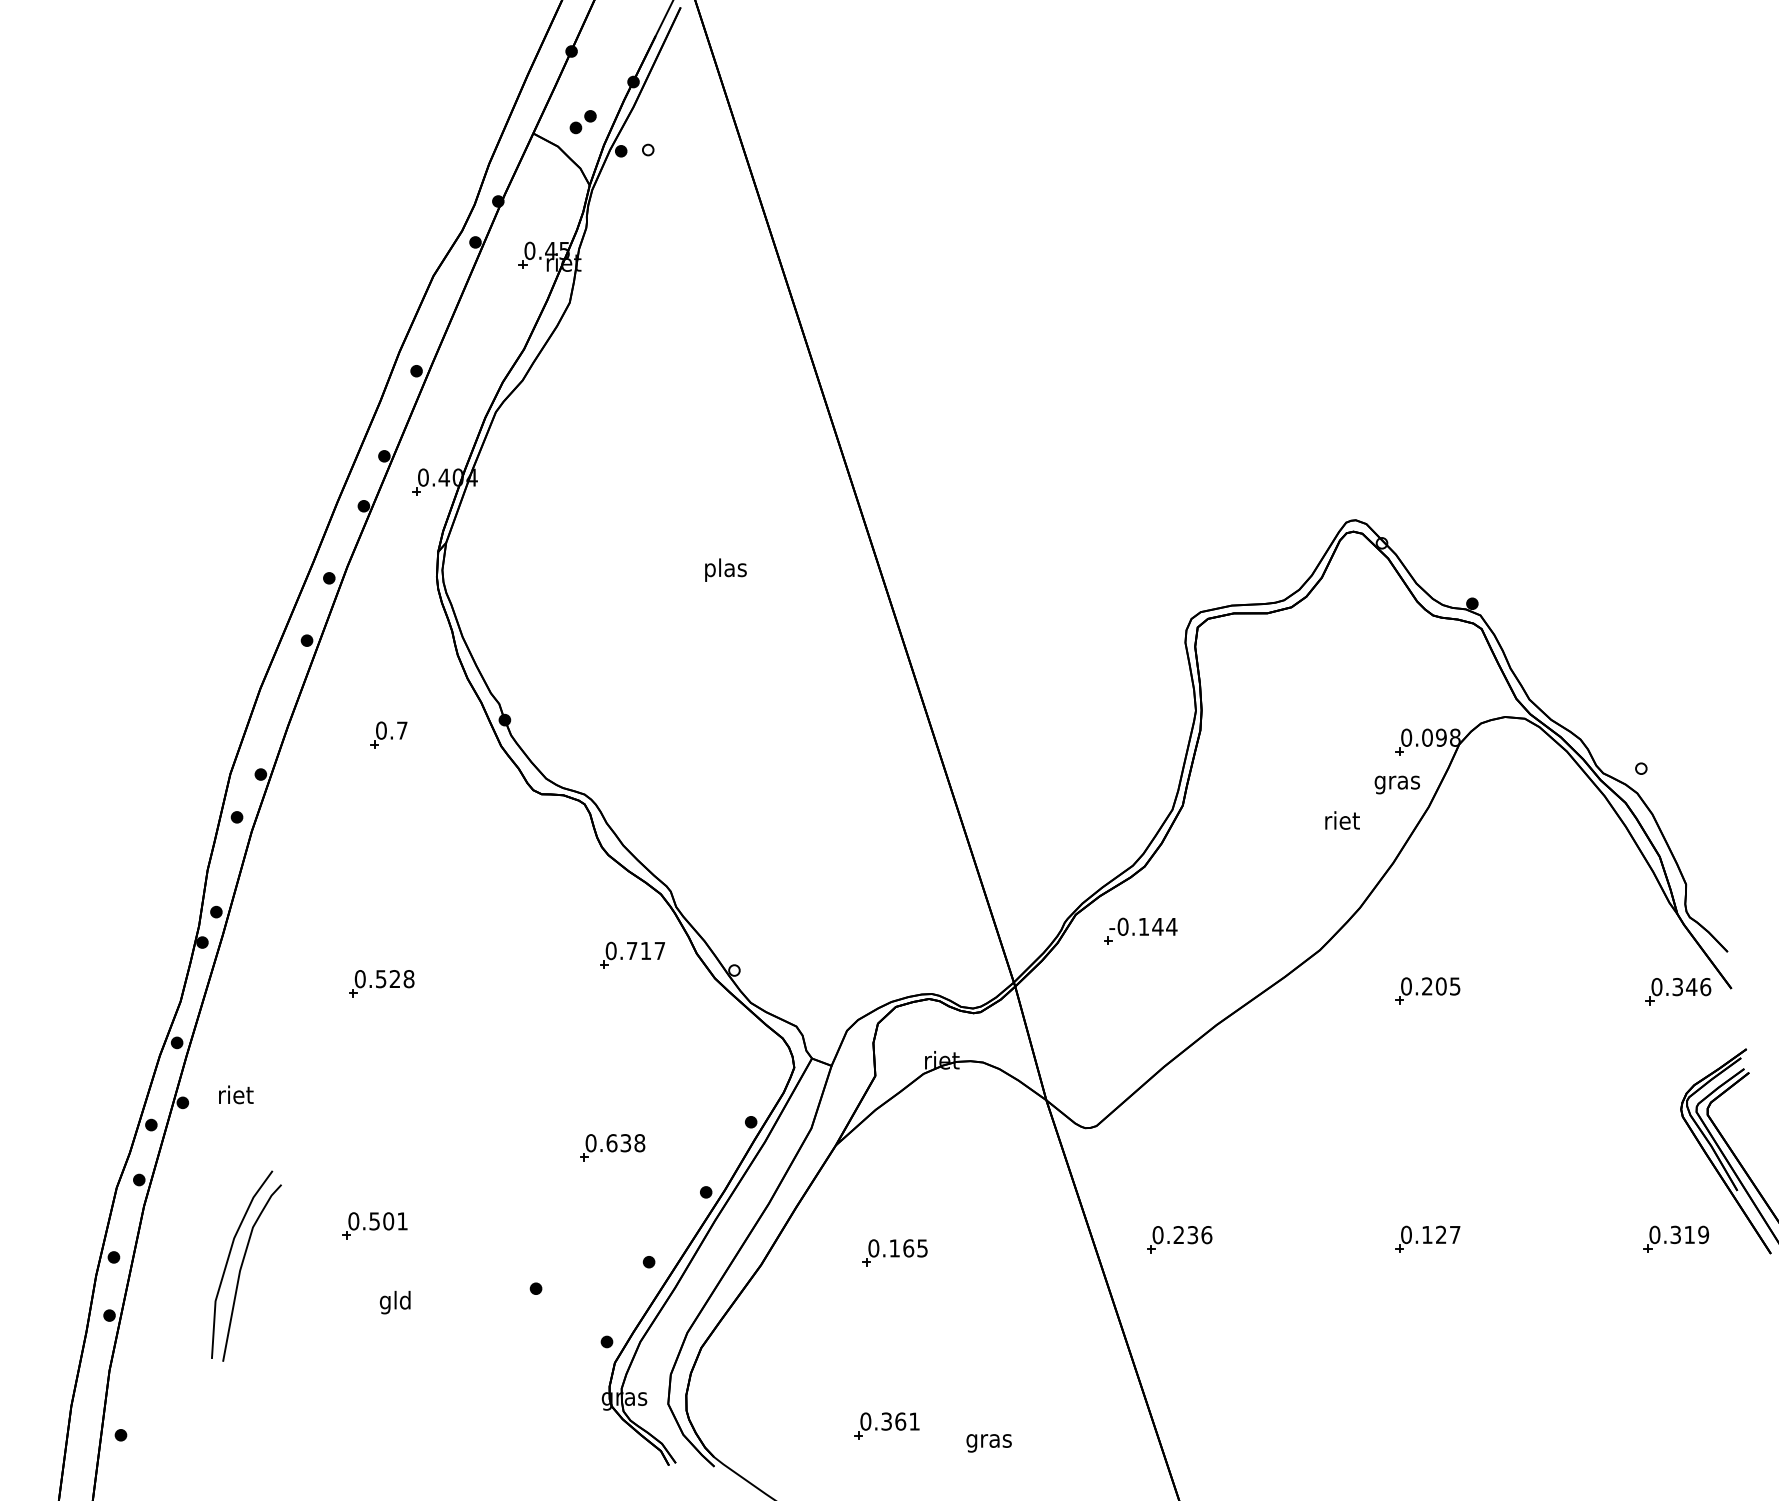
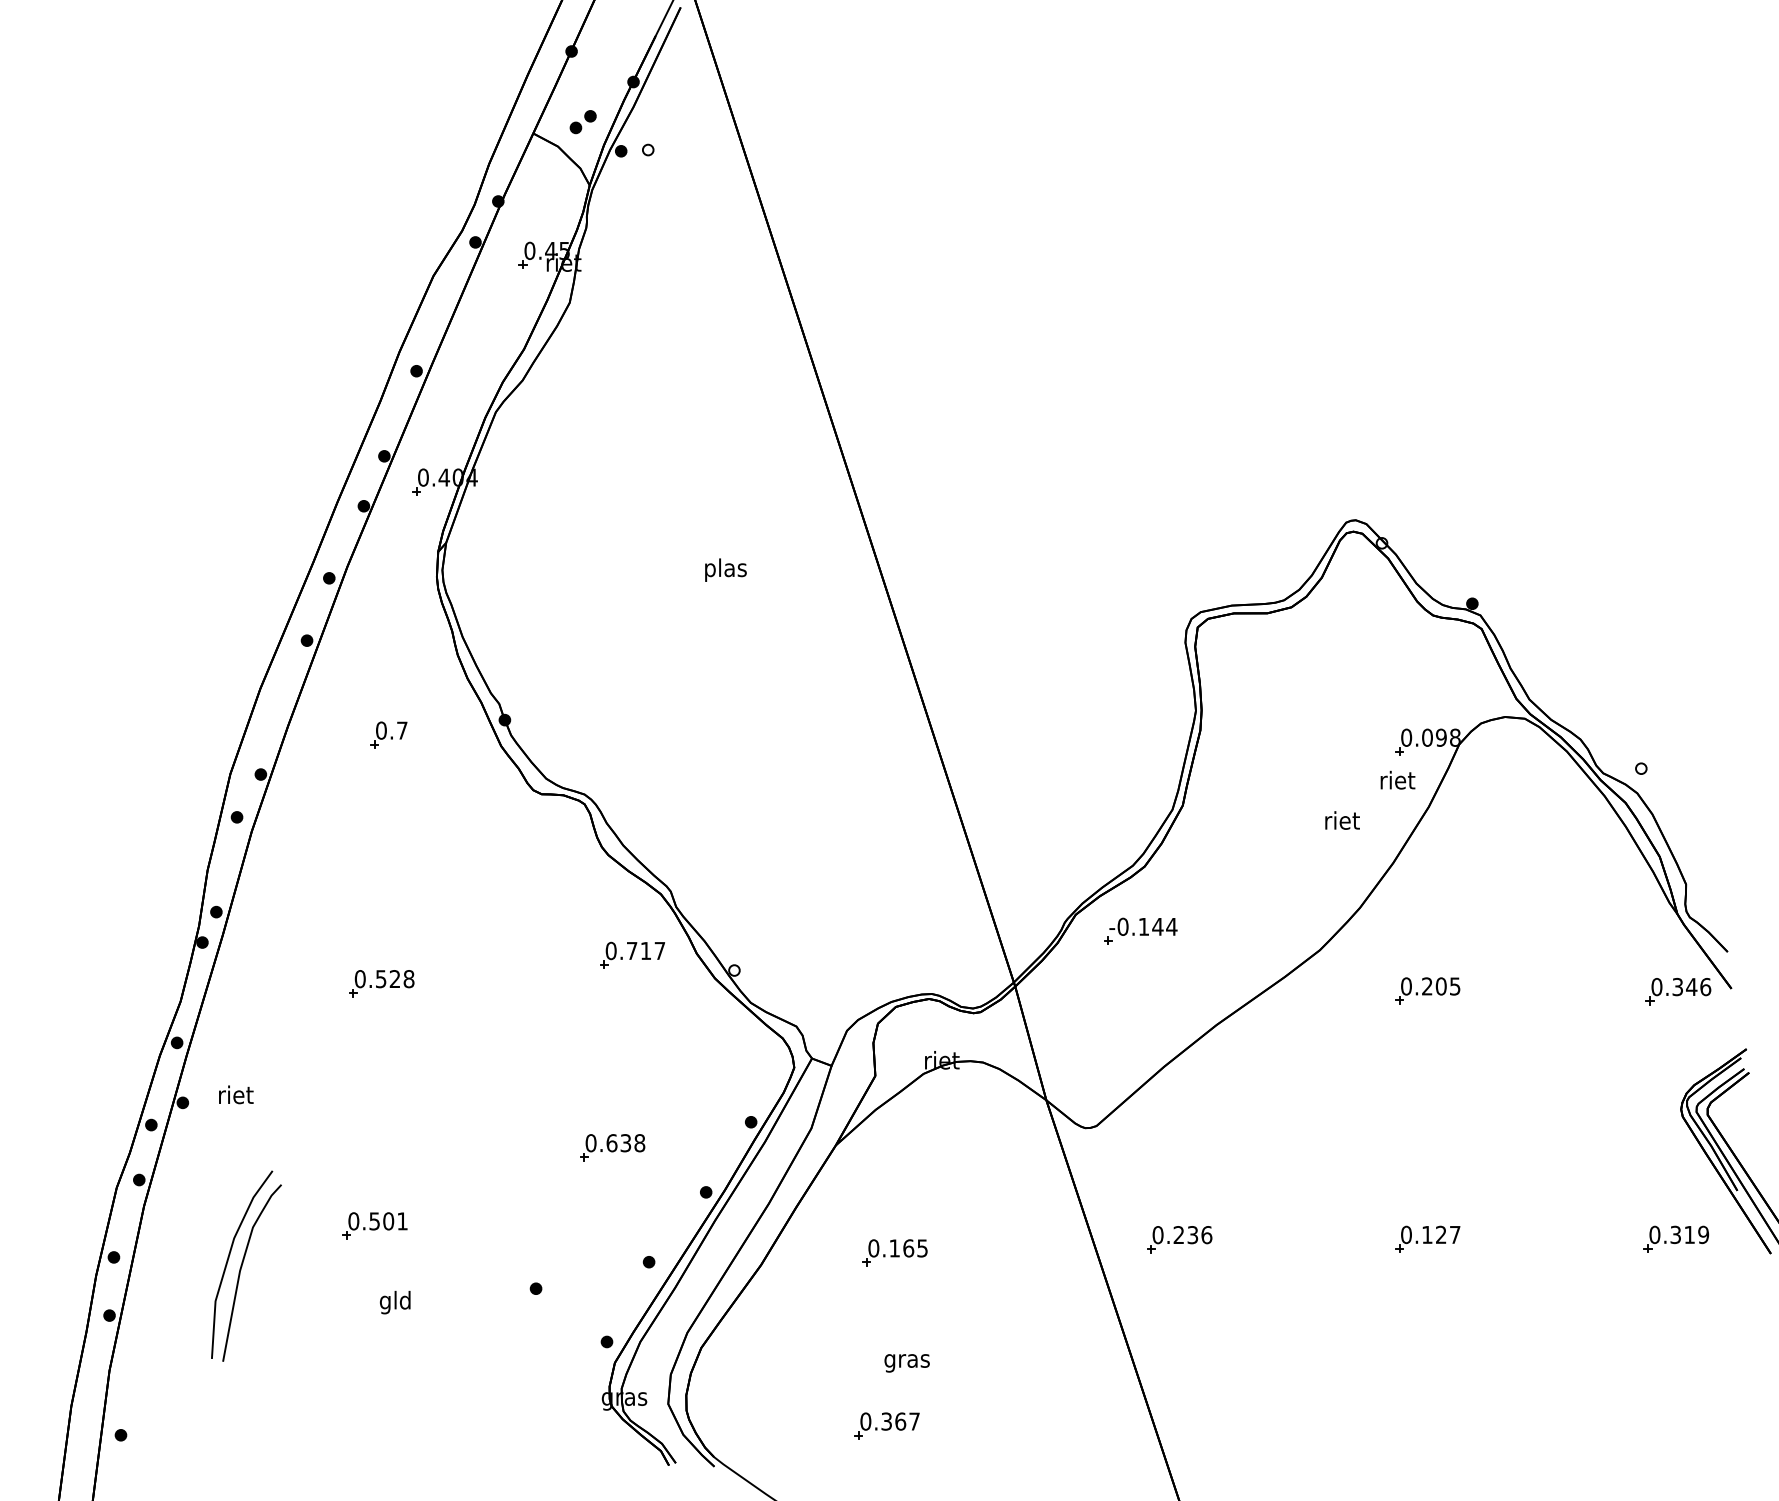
text at (1397, 782): gras -> riet
text at (914, 1421): 0.361 -> 0.367
text at (988, 1443) position: (988, 1443) -> (906, 1363)
